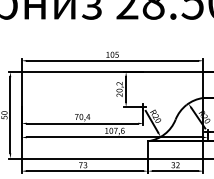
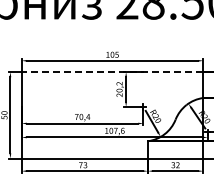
line at (112, 72): solid -> dashed
